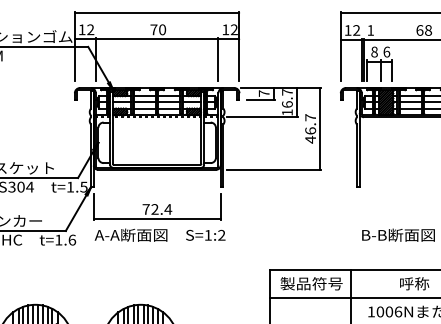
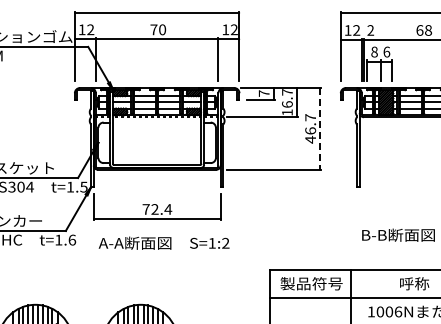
text at (370, 30): 1 -> 2
line at (320, 128): solid -> dashed
text at (159, 234) position: (159, 234) -> (163, 242)
